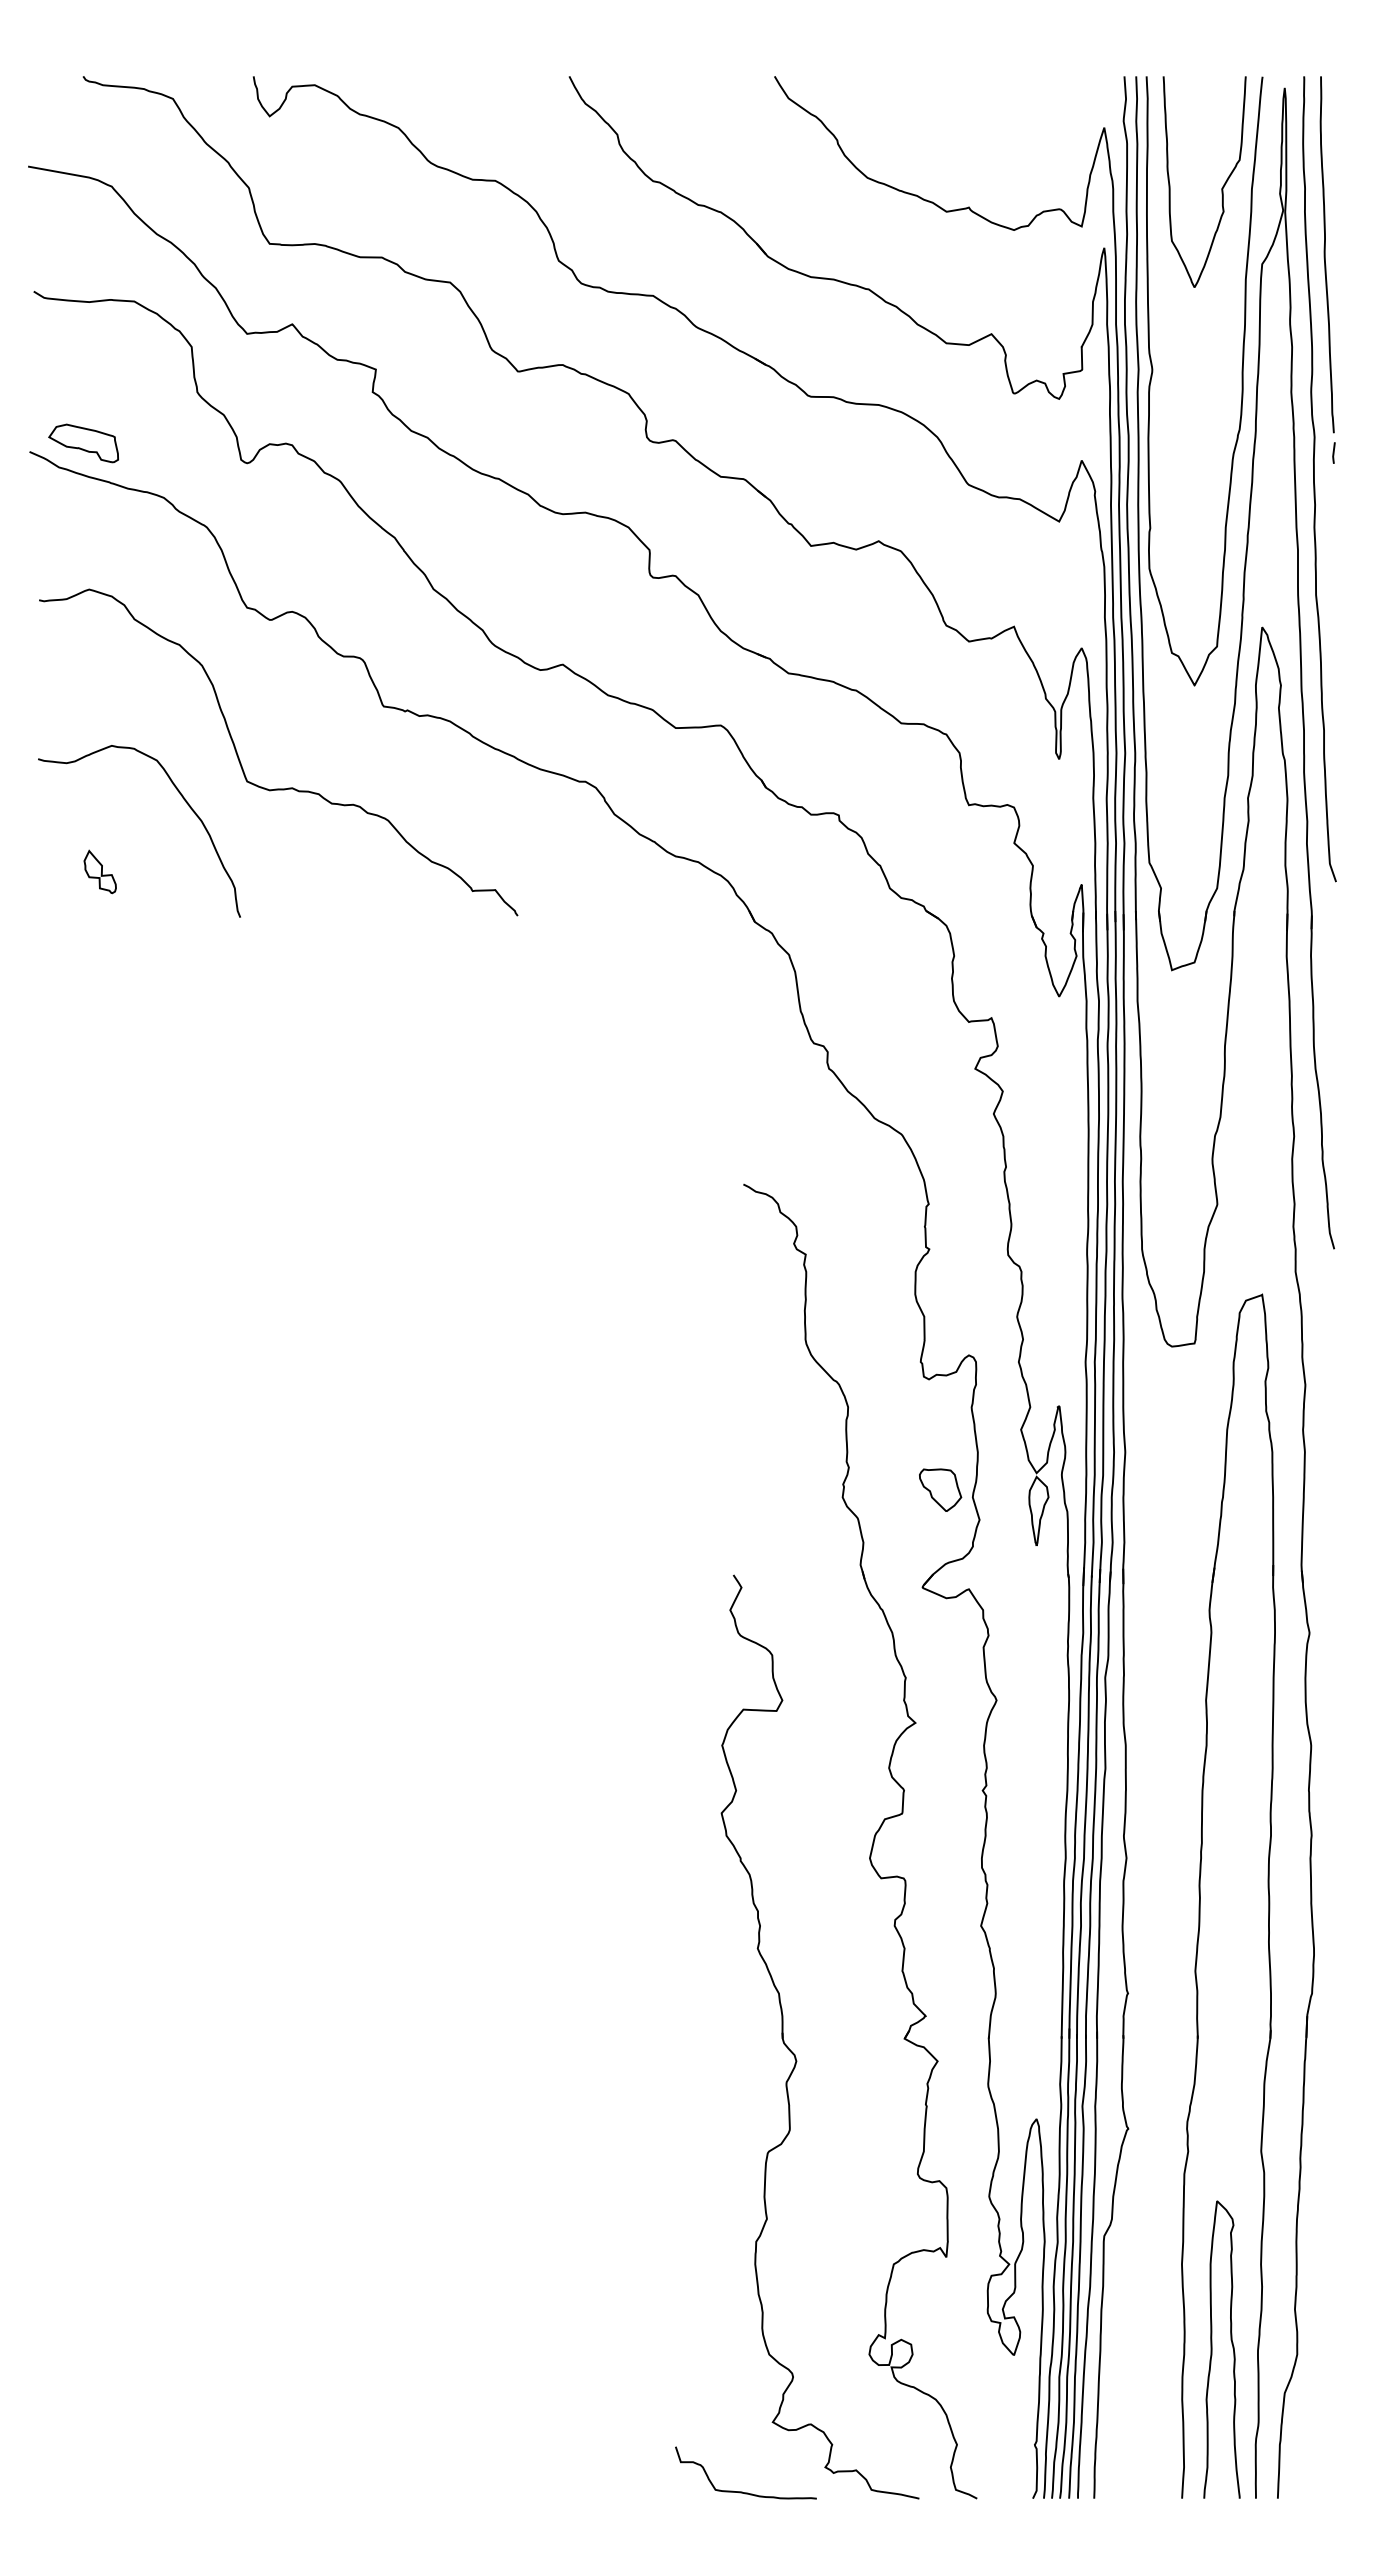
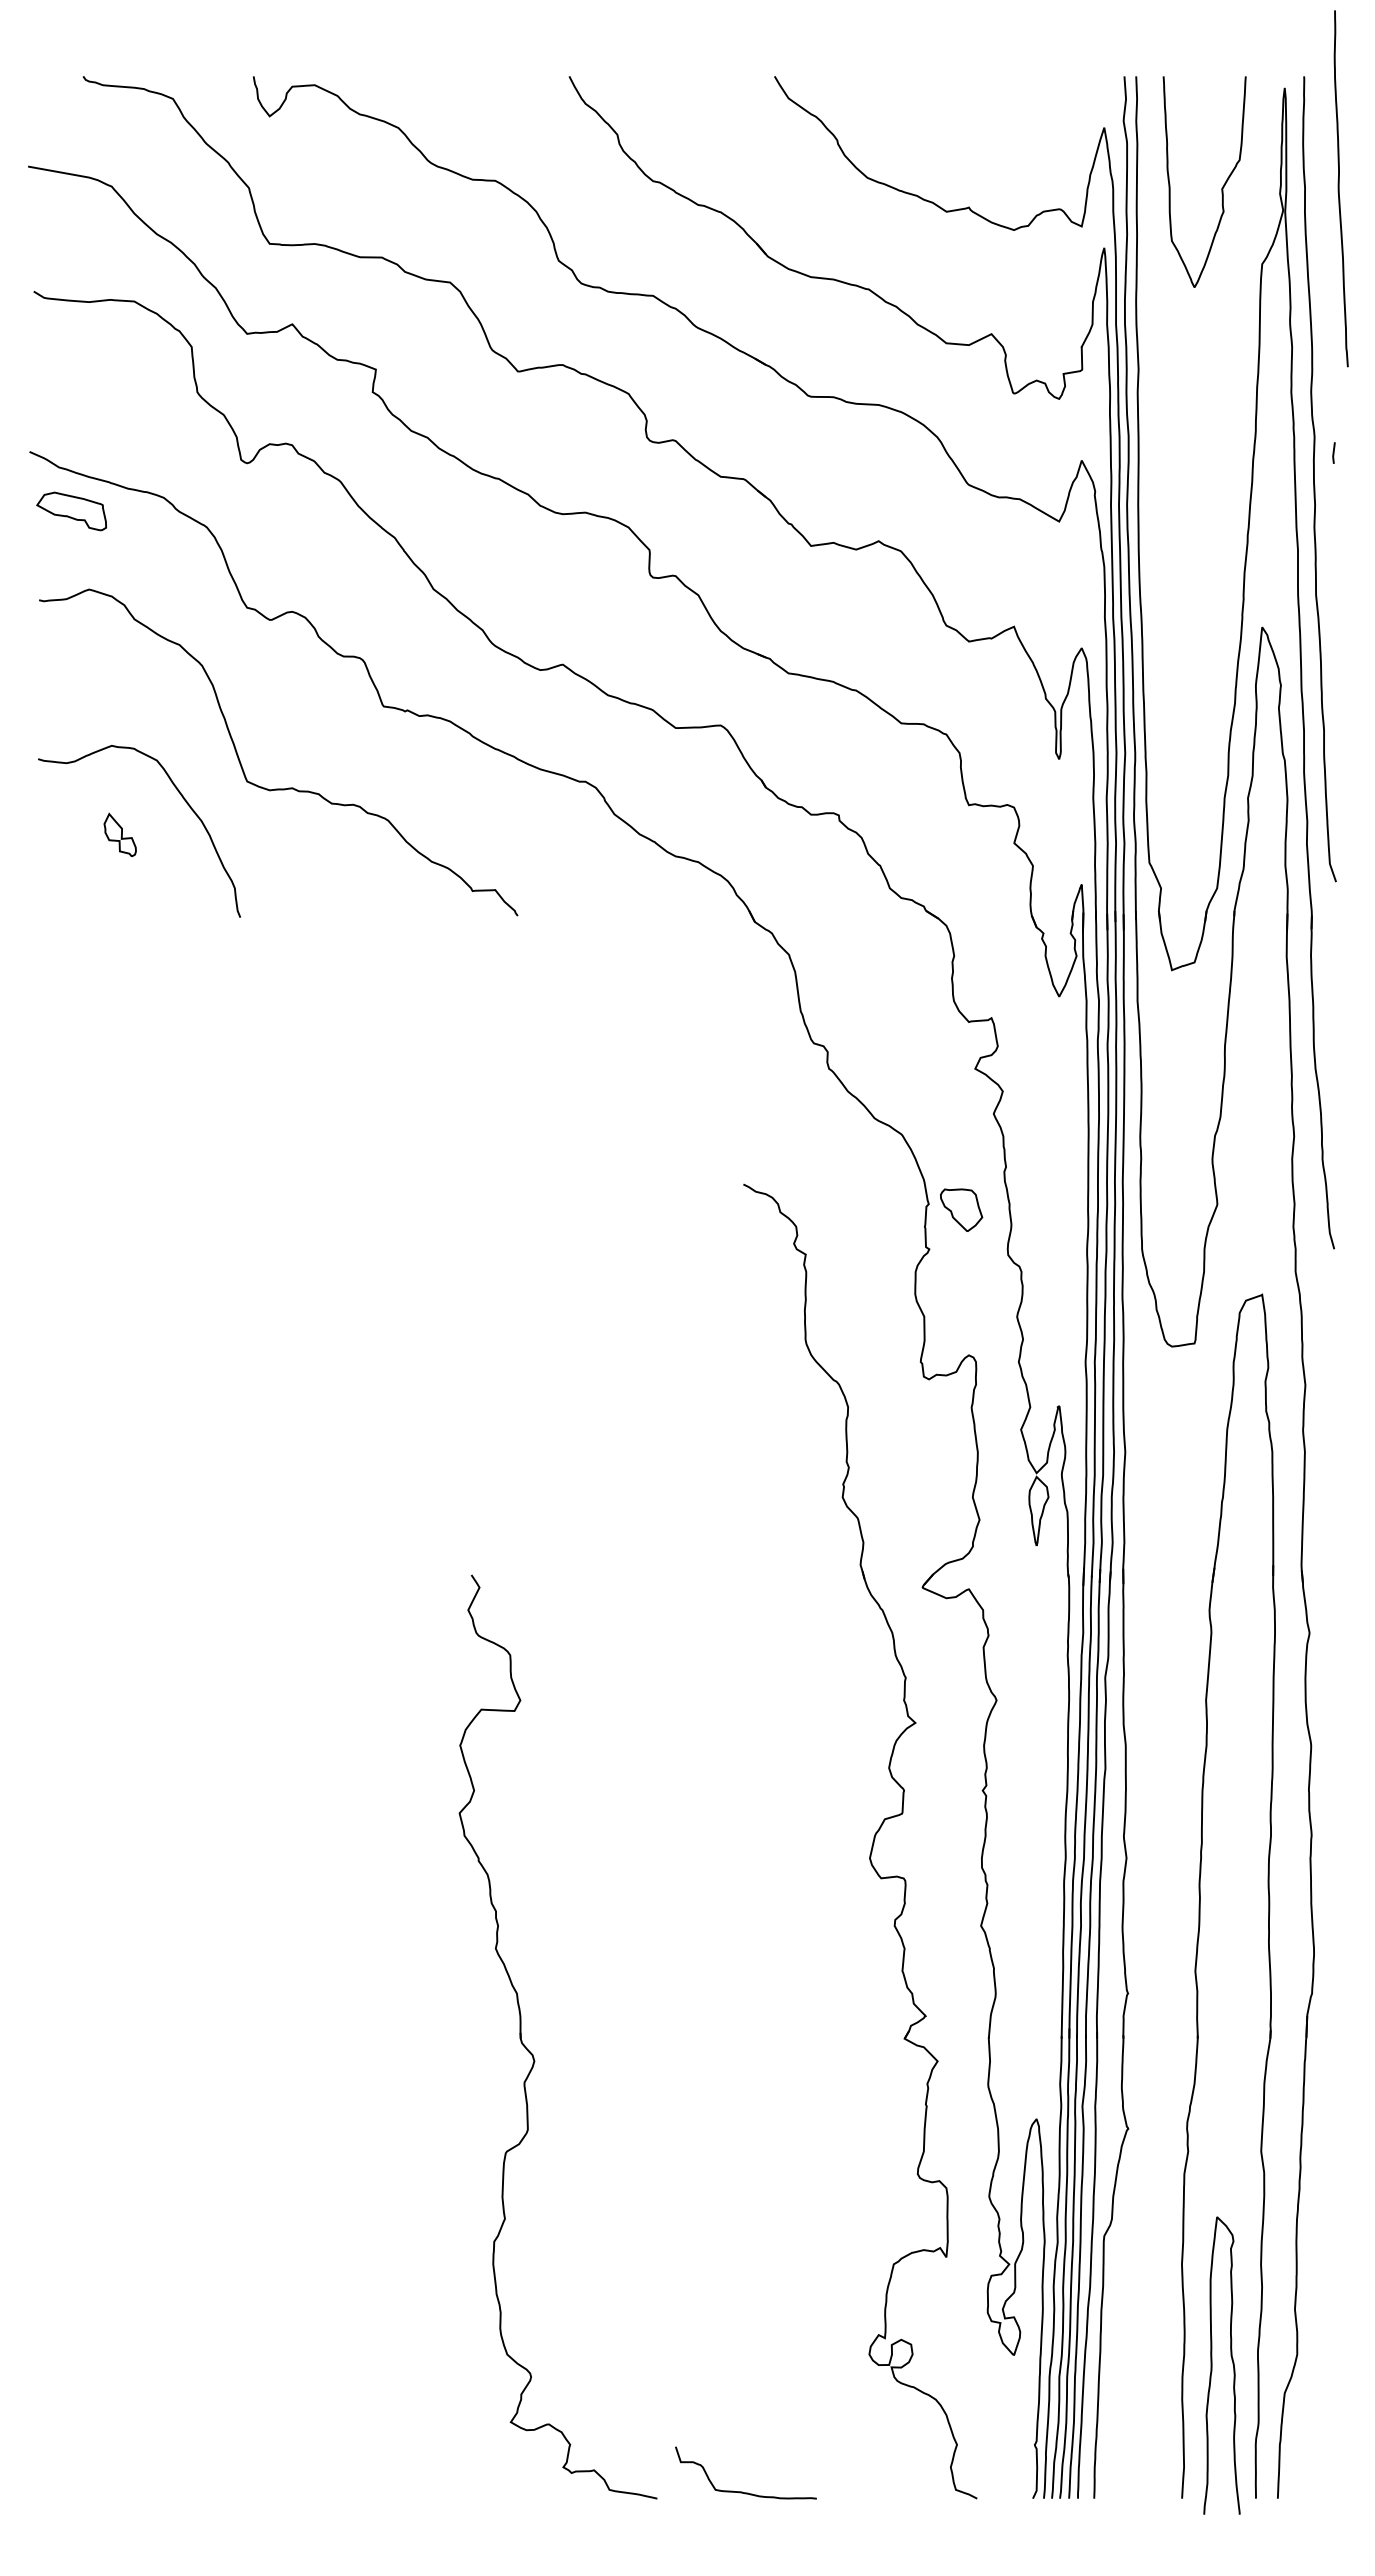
curve at (1325, 254) position: (1325, 254) -> (1339, 188)
curve at (1241, 381): present -> none
part at (83, 443) position: (83, 443) -> (71, 511)
part at (99, 871) position: (99, 871) -> (119, 834)
part at (940, 1489) position: (940, 1489) -> (961, 1209)
part at (795, 2054) position: (795, 2054) -> (533, 2054)
curve at (1212, 2349) position: (1212, 2349) -> (1212, 2365)
